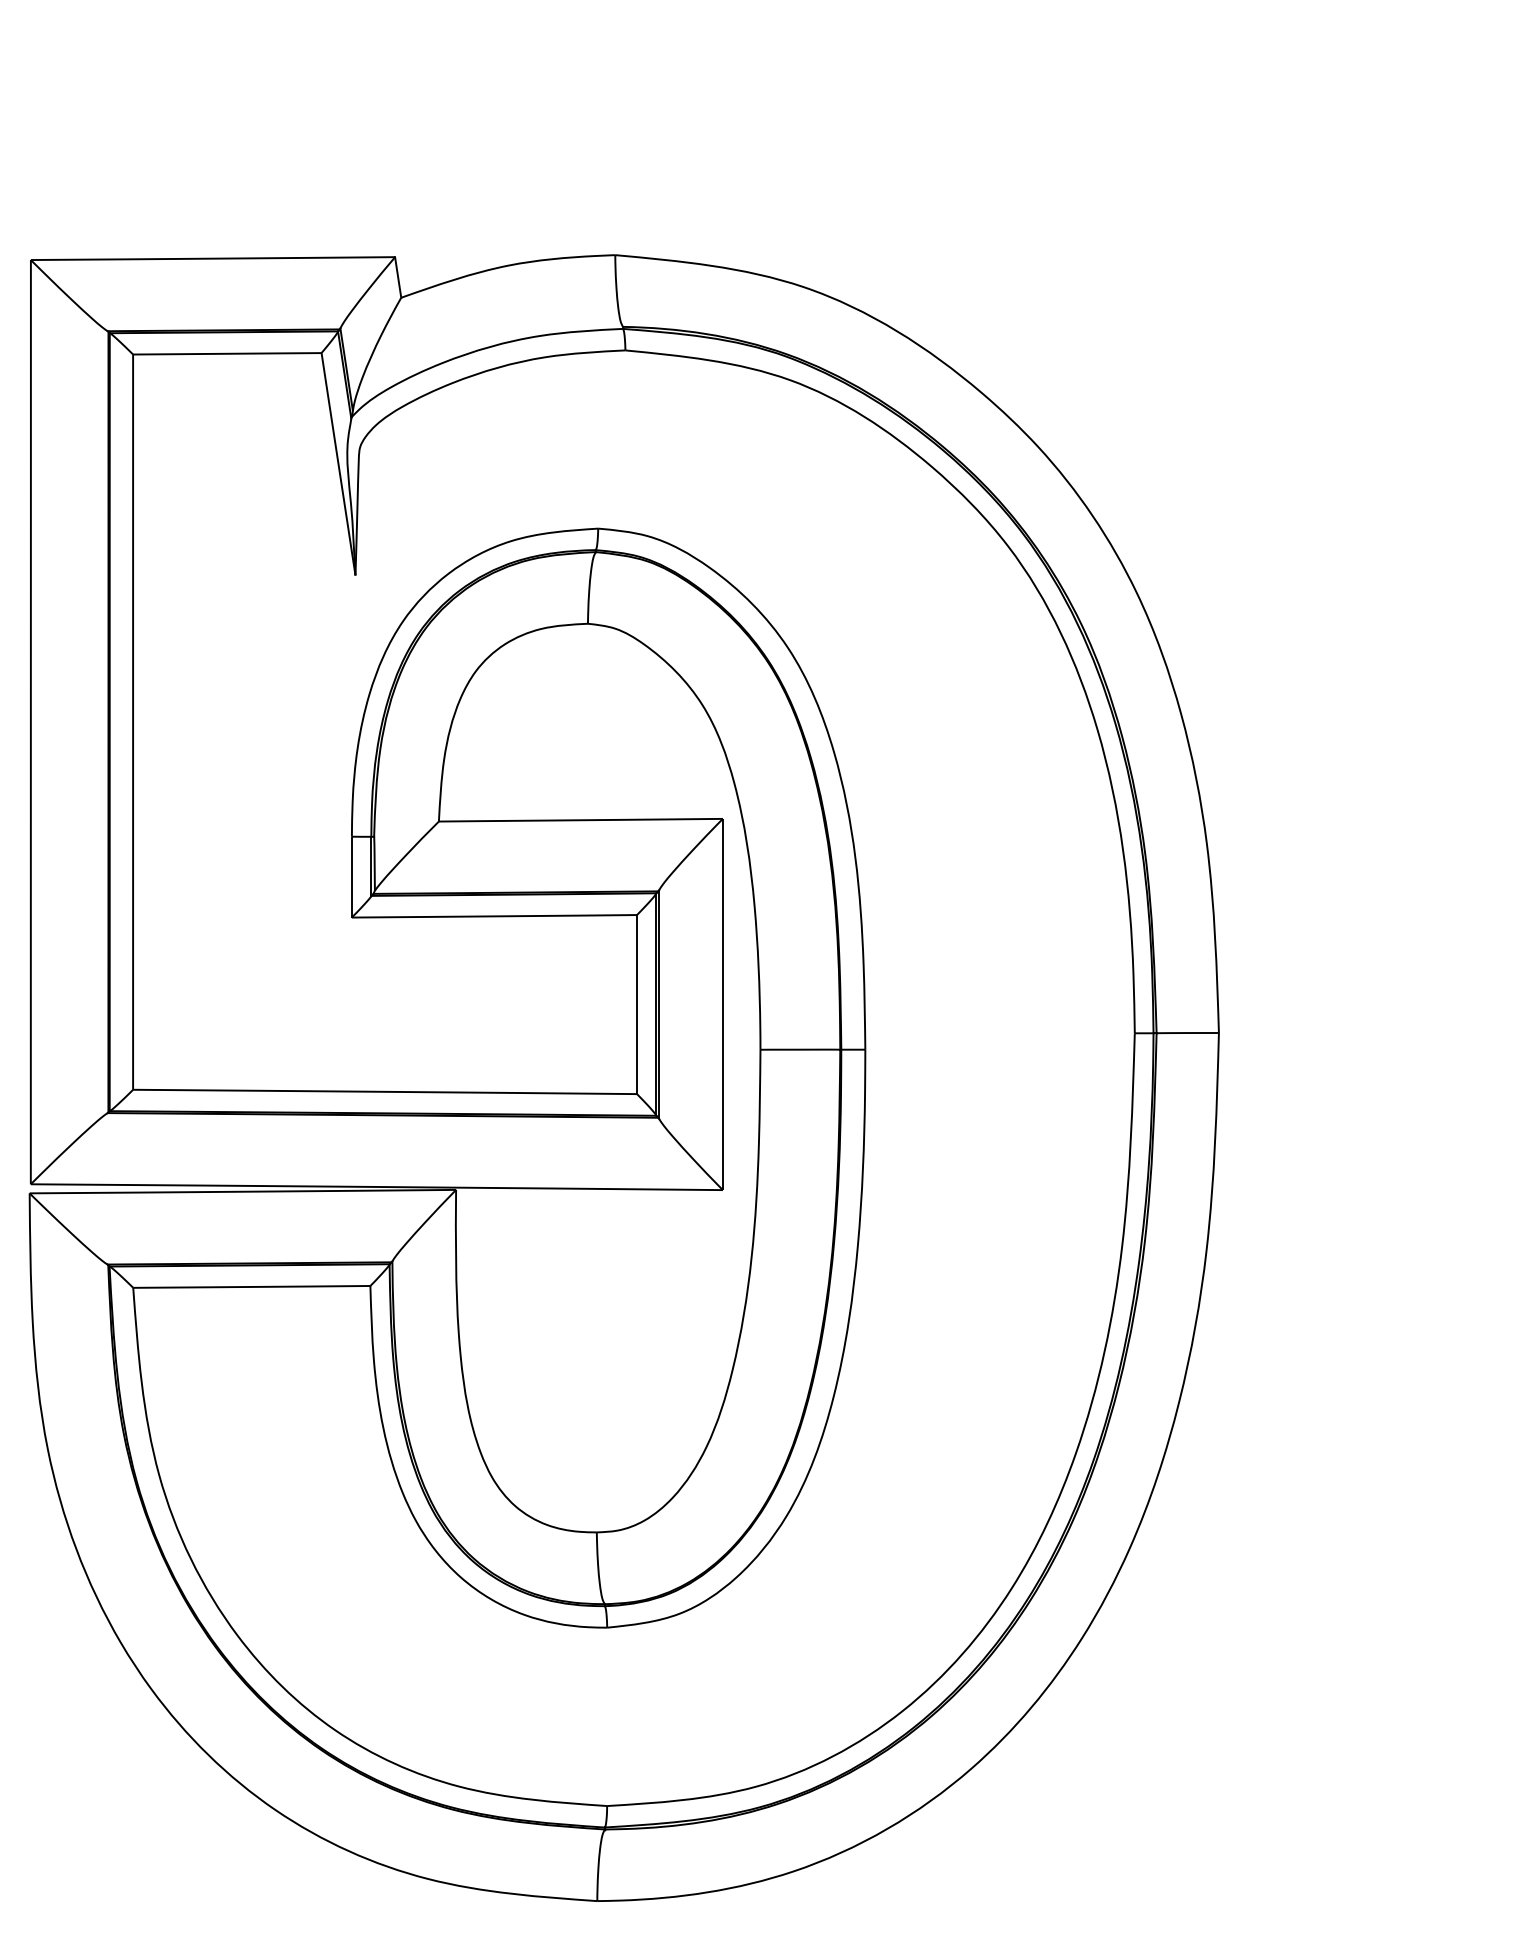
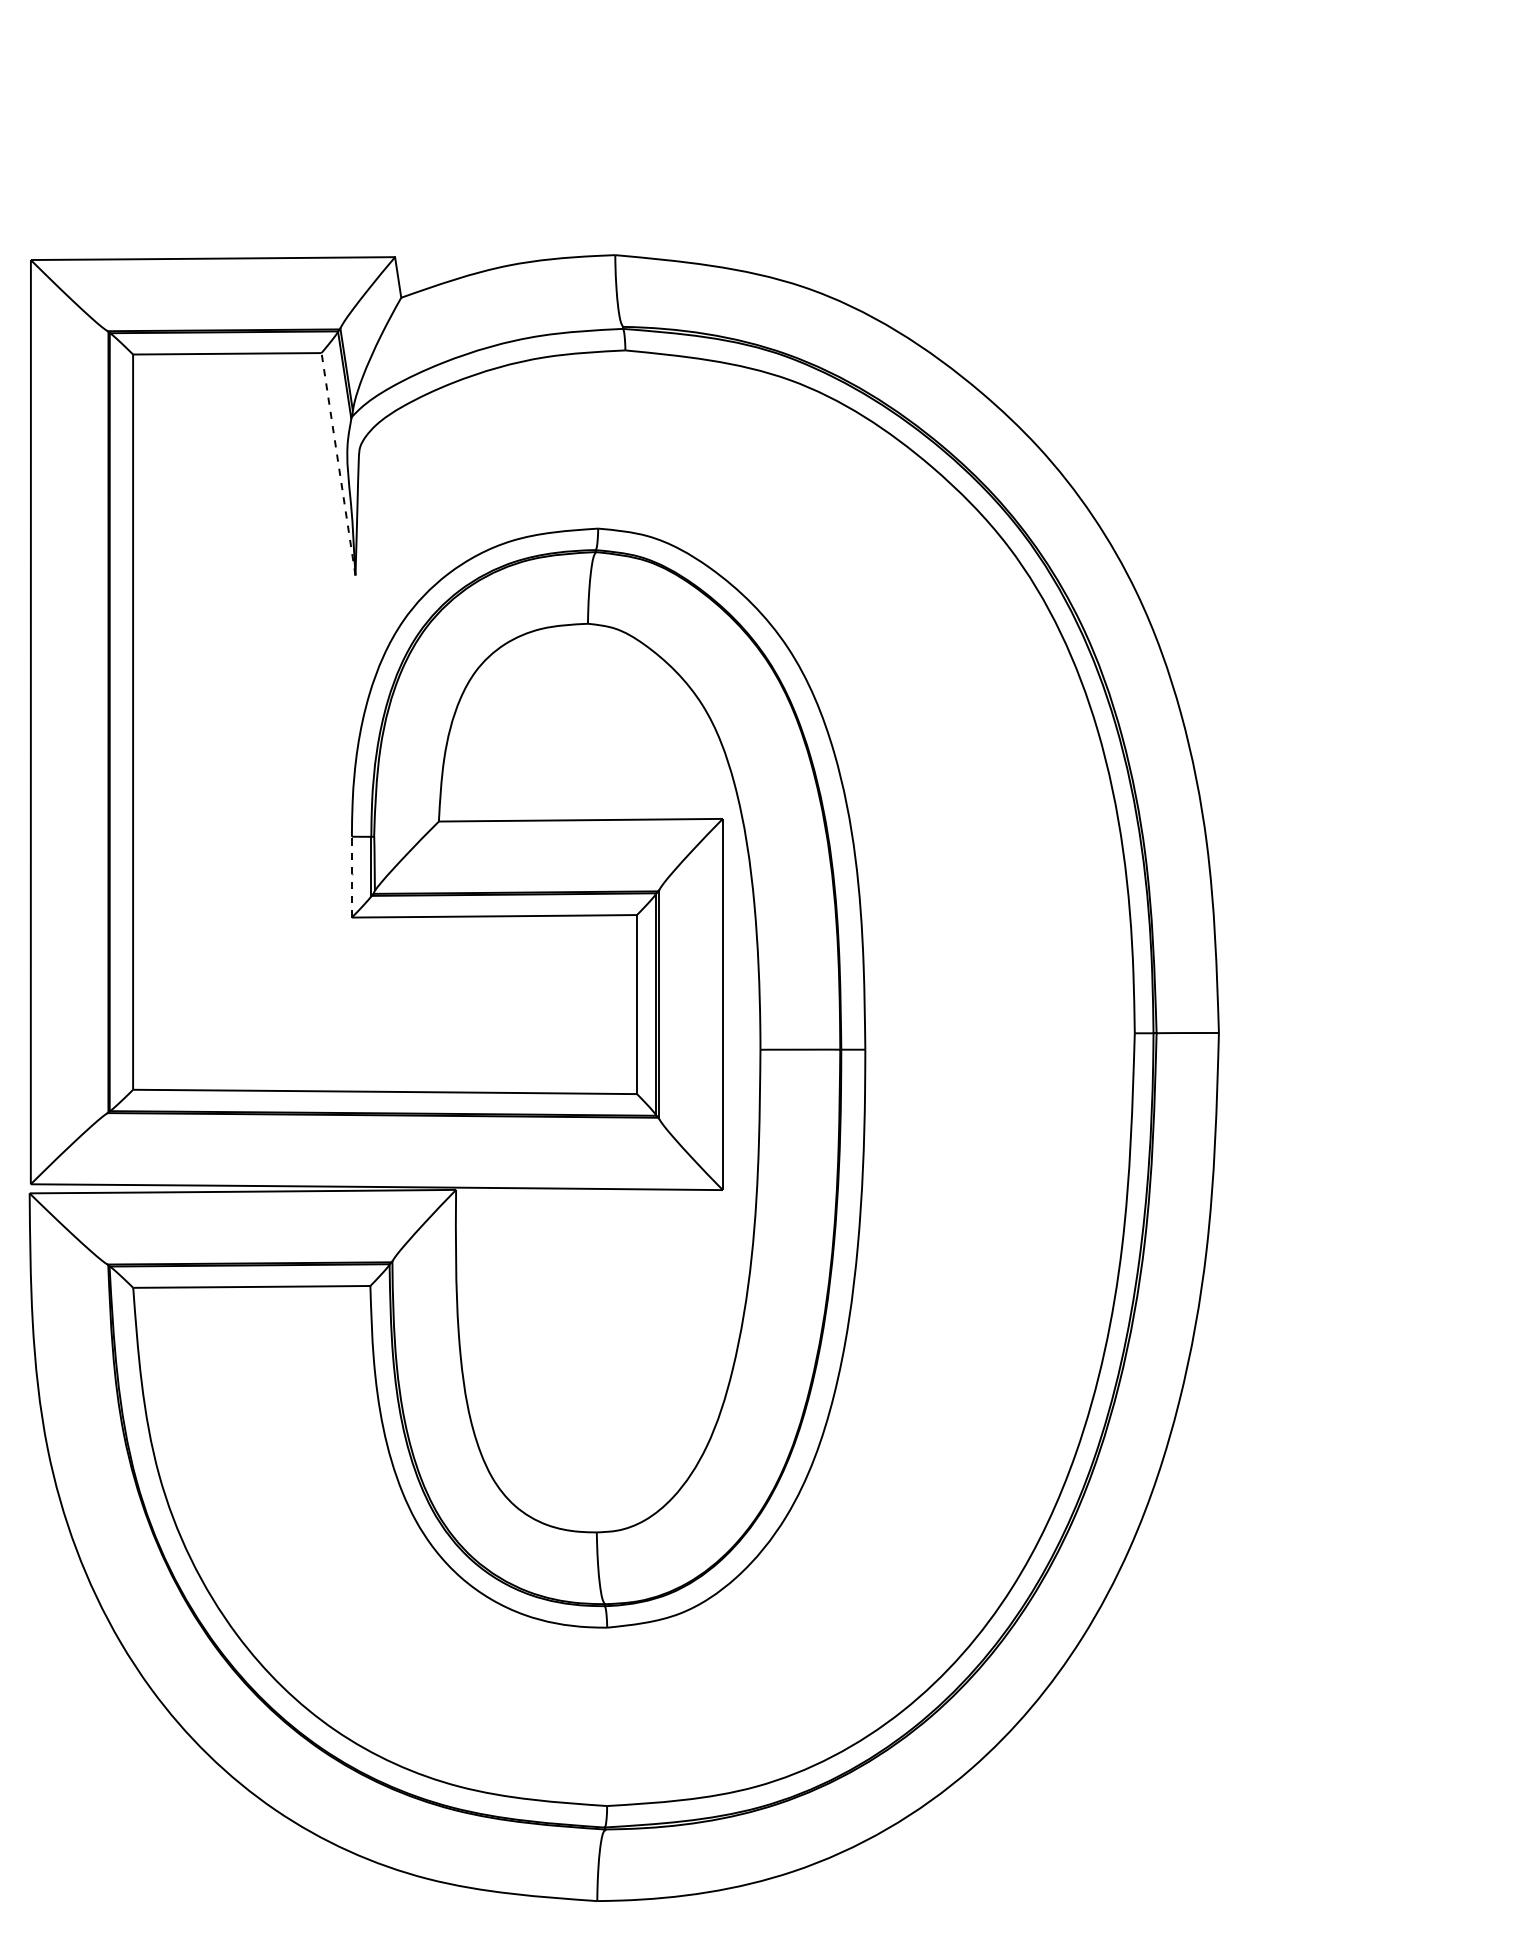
line at (338, 463): solid -> dashed
line at (351, 875): solid -> dashed
